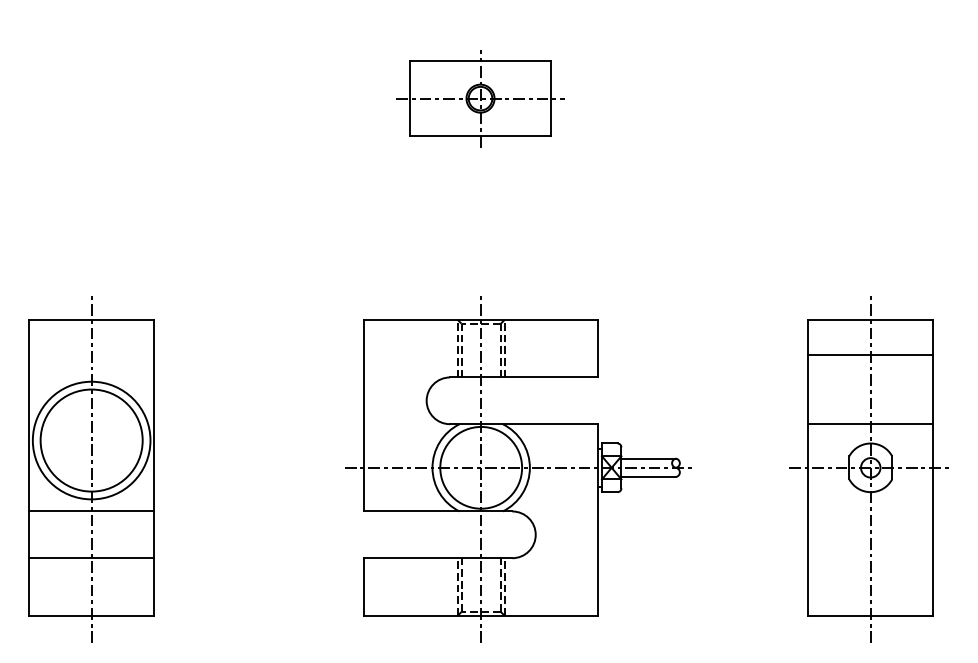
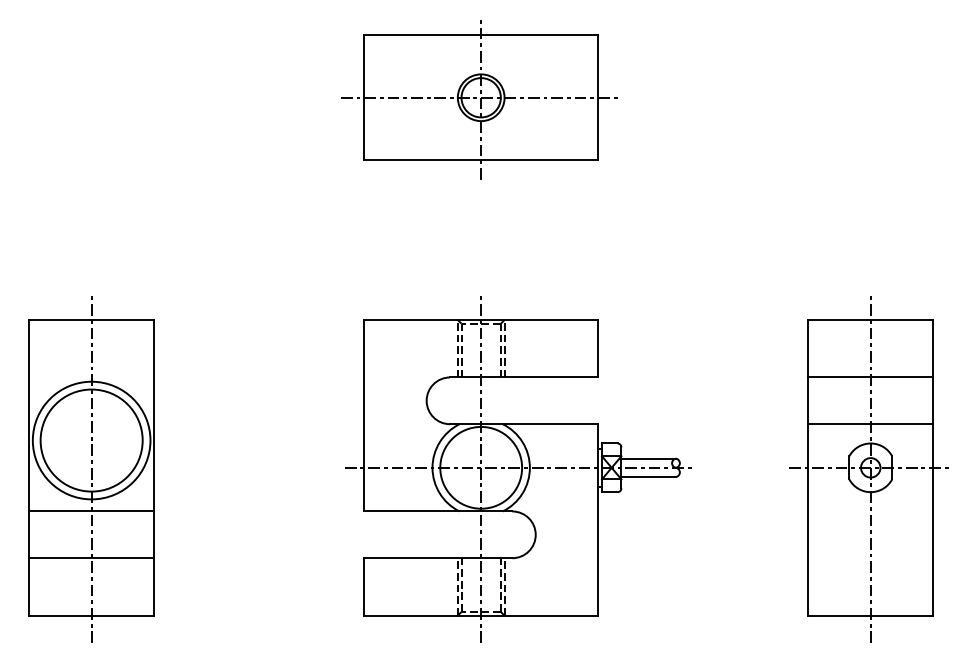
part at (480, 98) size: 169x98 px -> 277x160 px
line at (870, 355) position: (870, 355) -> (870, 377)
